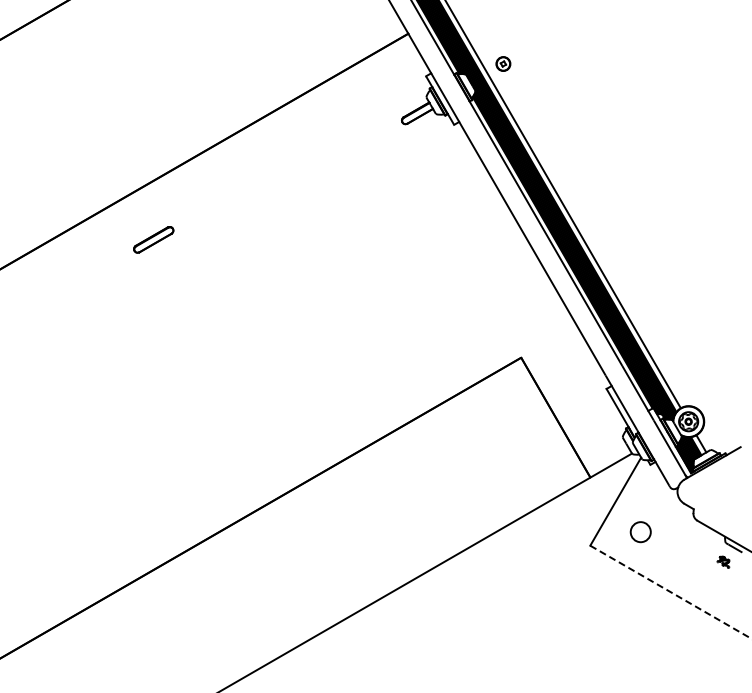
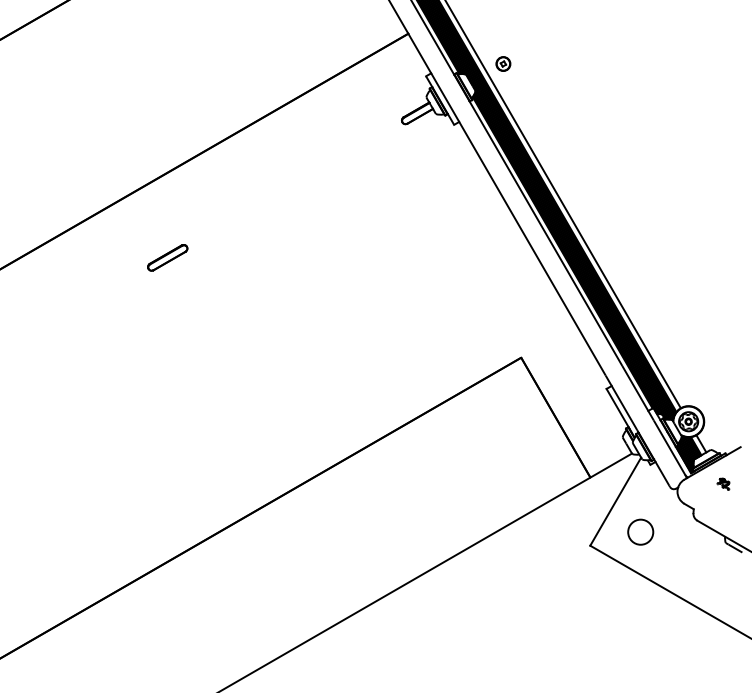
part at (153, 239) position: (153, 239) -> (167, 257)
circle at (640, 532) size: 23x23 px -> 28x28 px
part at (723, 561) position: (723, 561) -> (723, 483)
line at (671, 592): dashed -> solid
